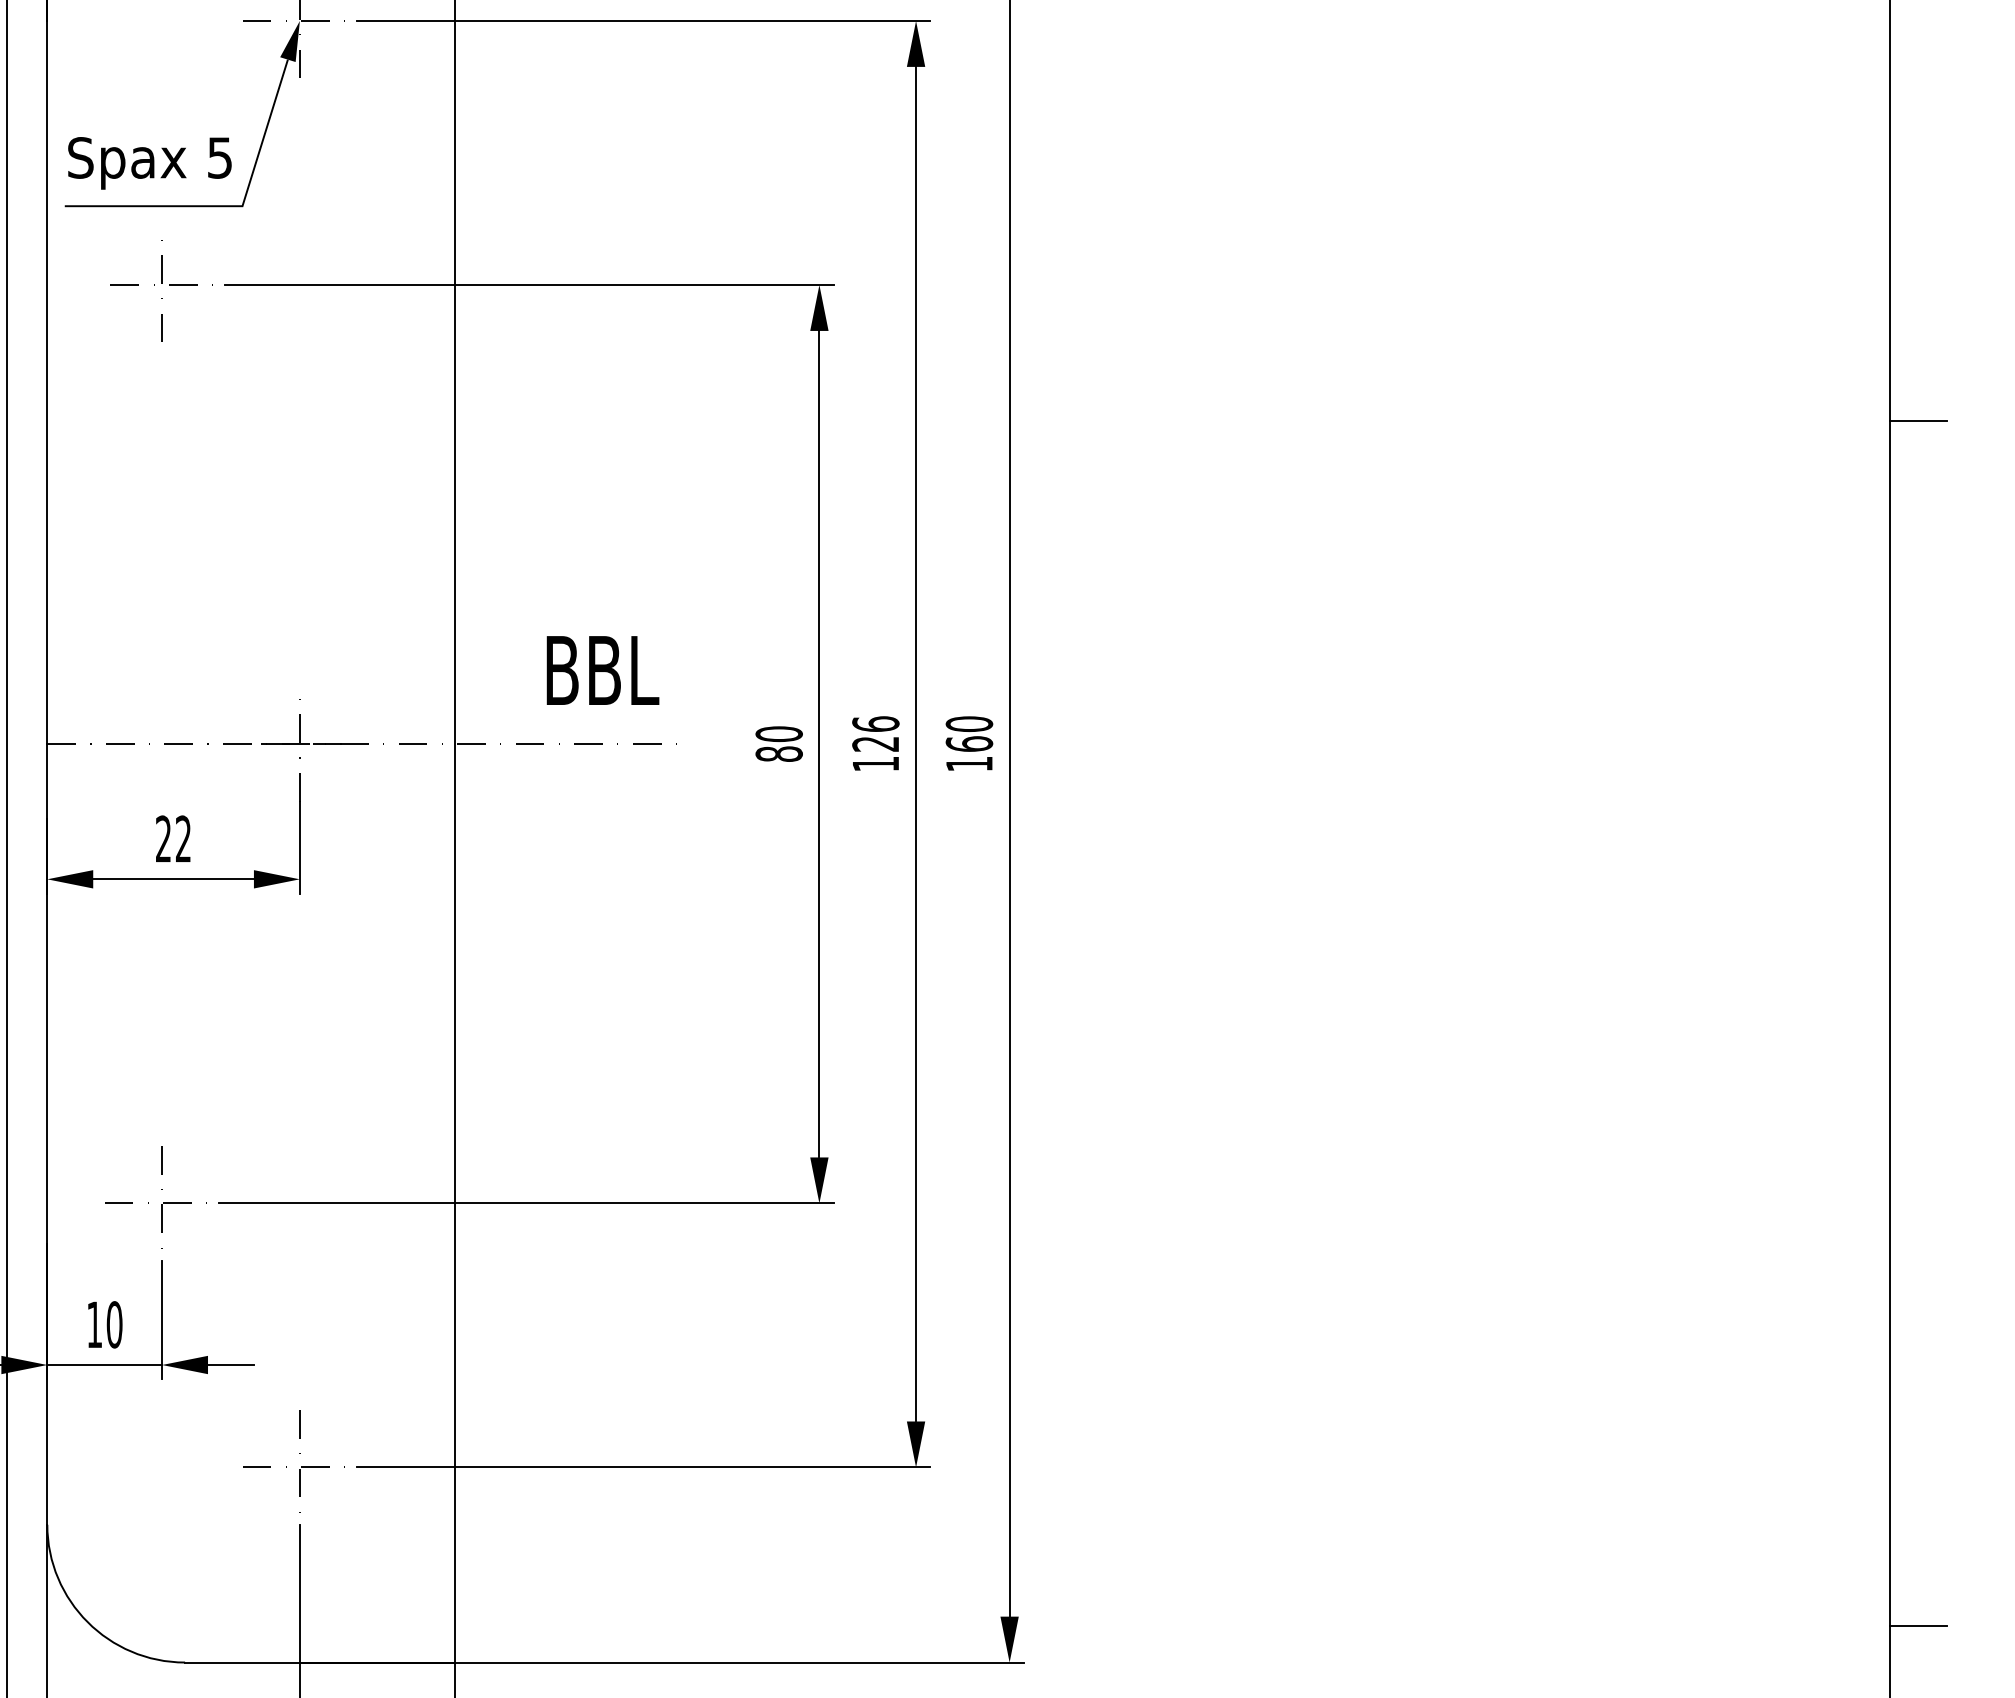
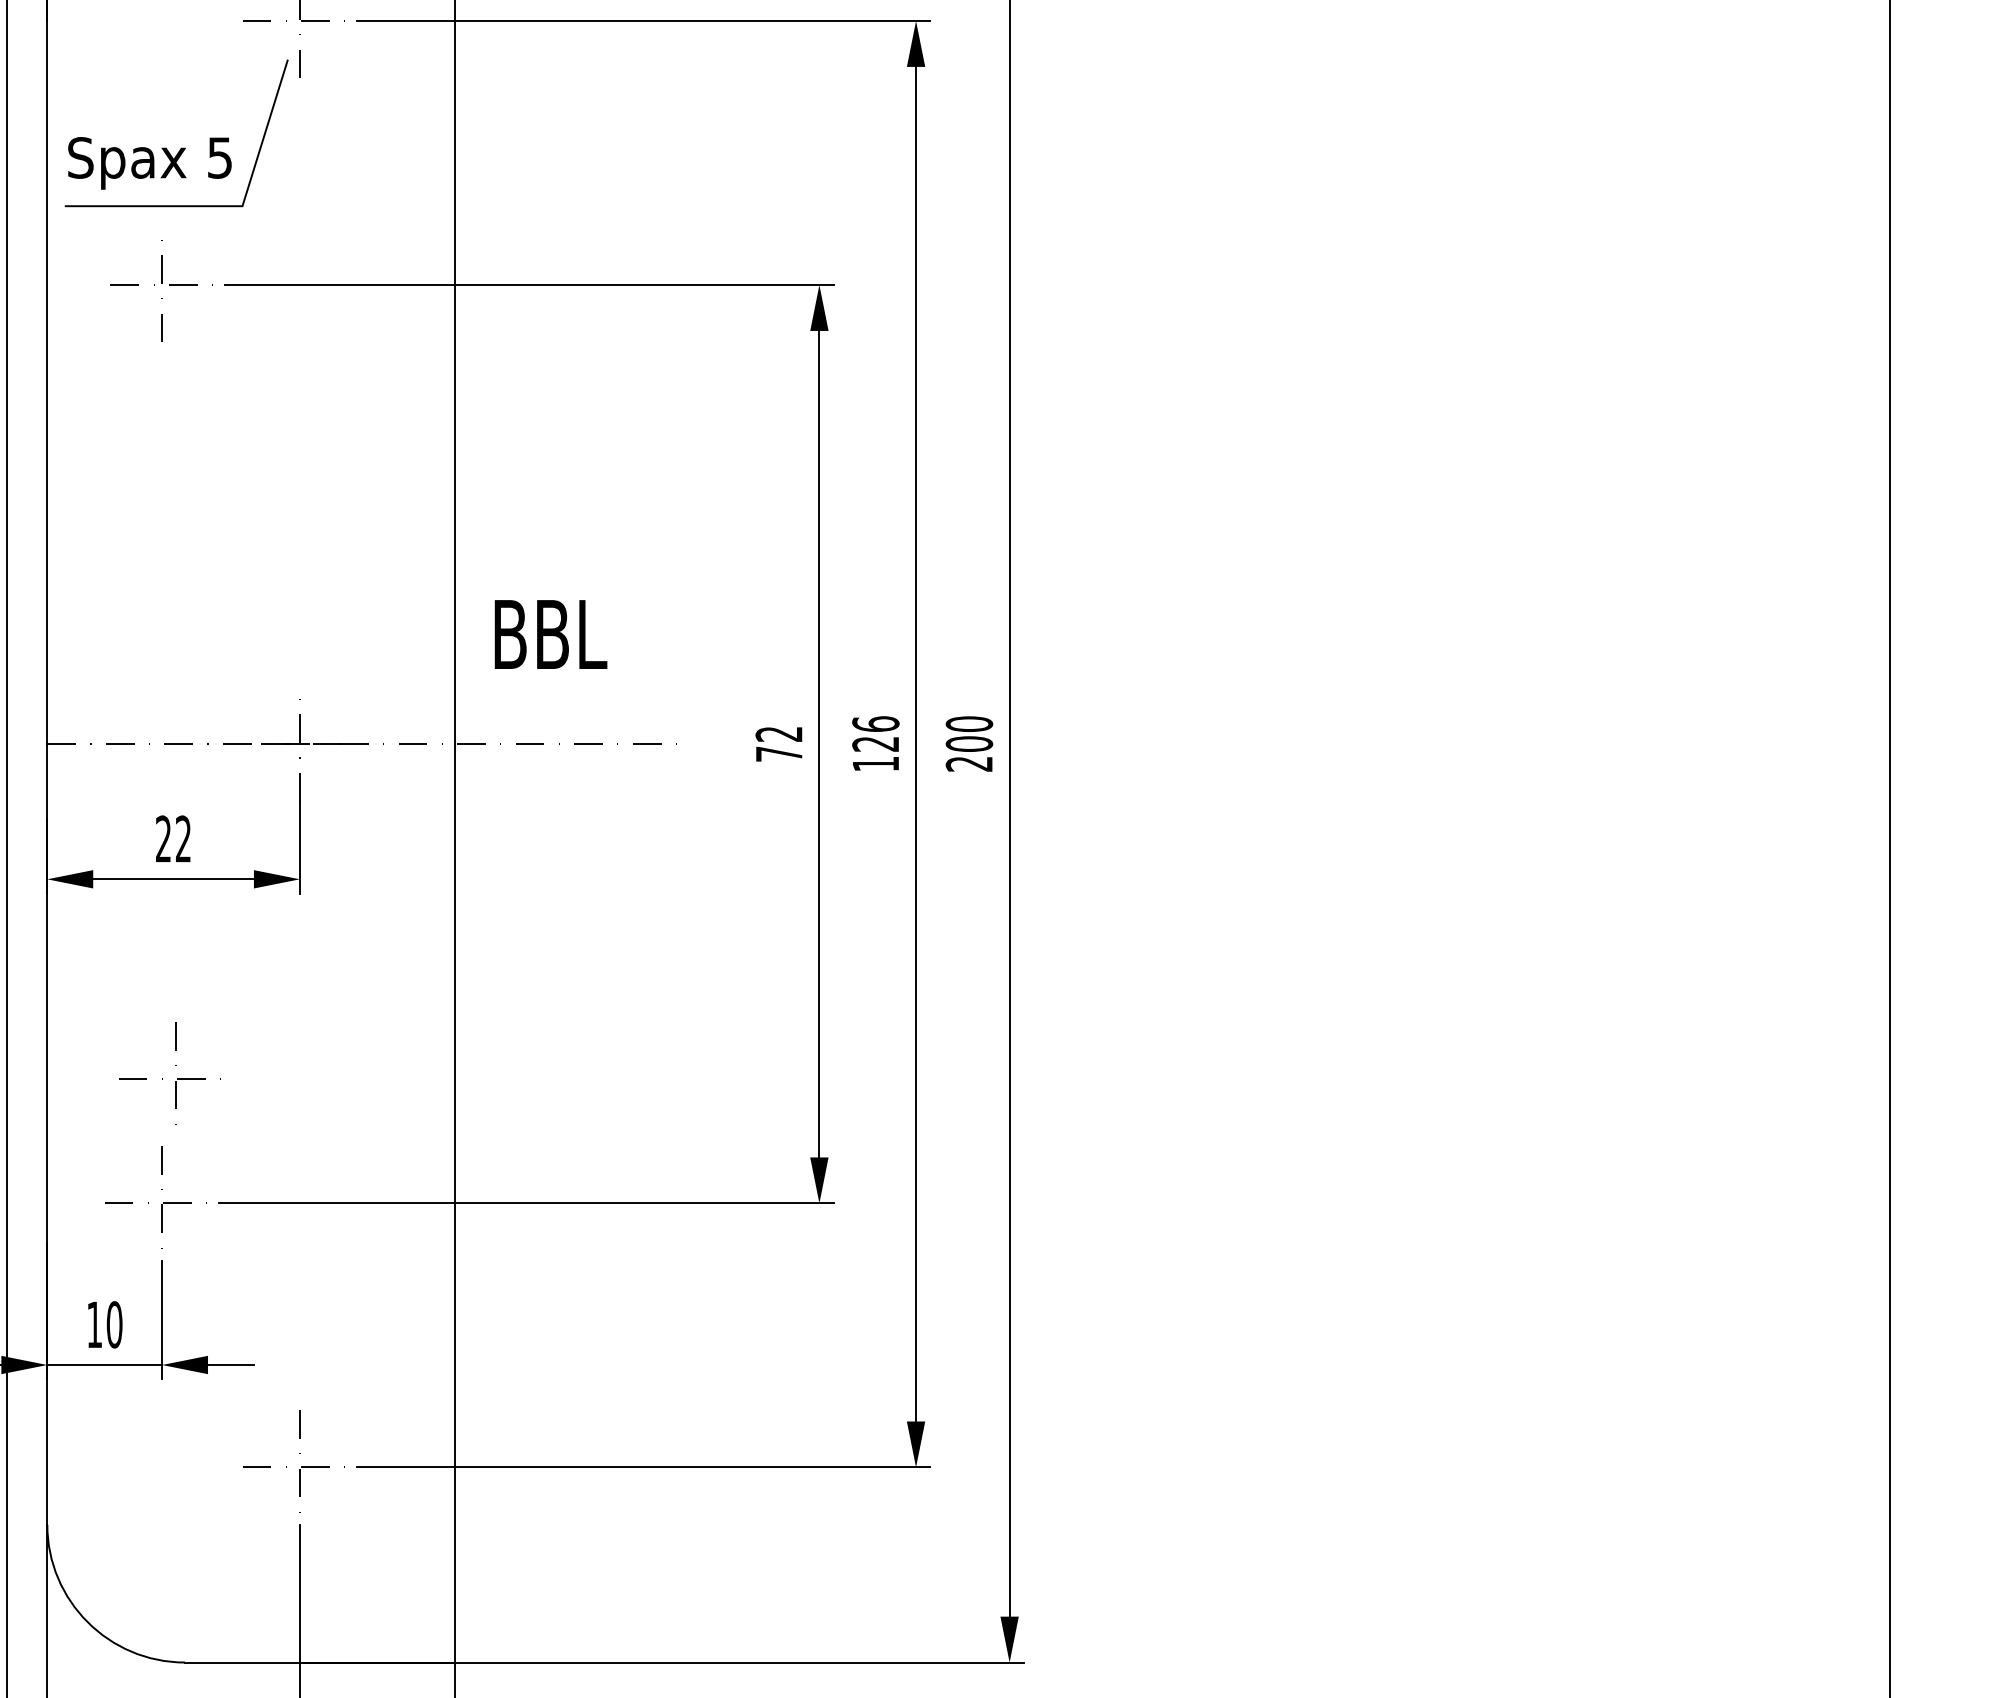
fill at (289, 41): present -> none
line at (1918, 420): present -> none
text at (602, 670) position: (602, 670) -> (550, 634)
text at (778, 743): 80 -> 72
text at (968, 753): 160 -> 200
part at (162, 1078): none -> present
line at (1918, 1626): present -> none
